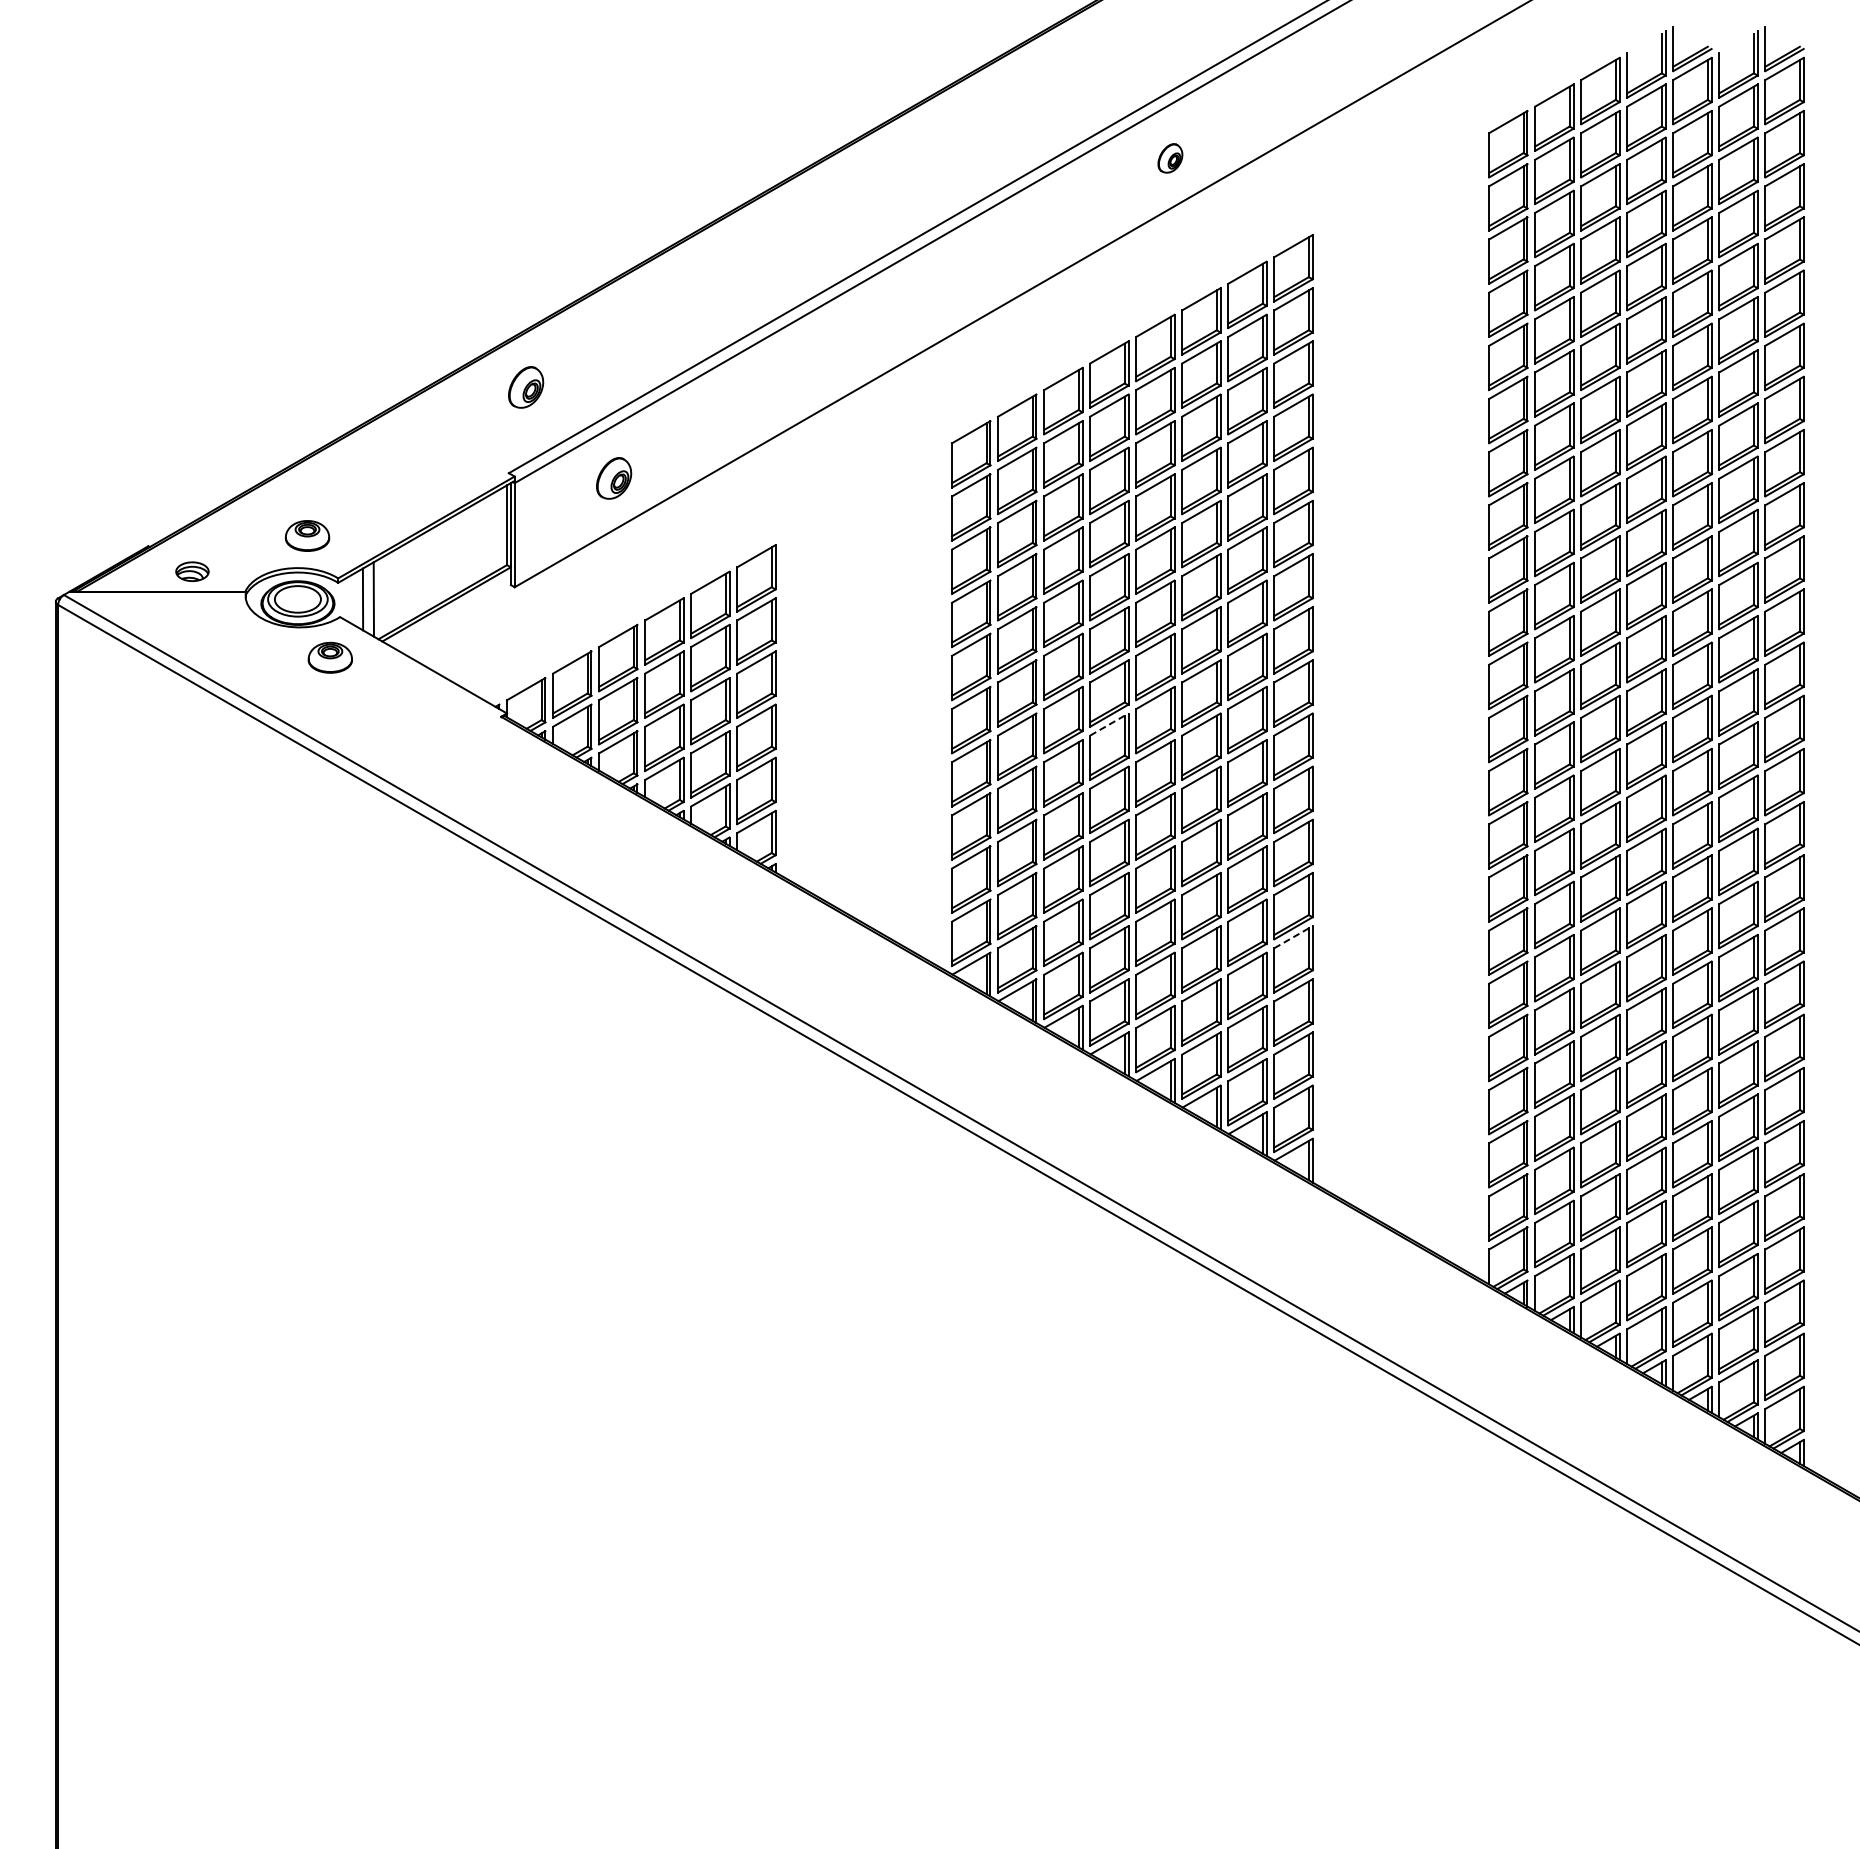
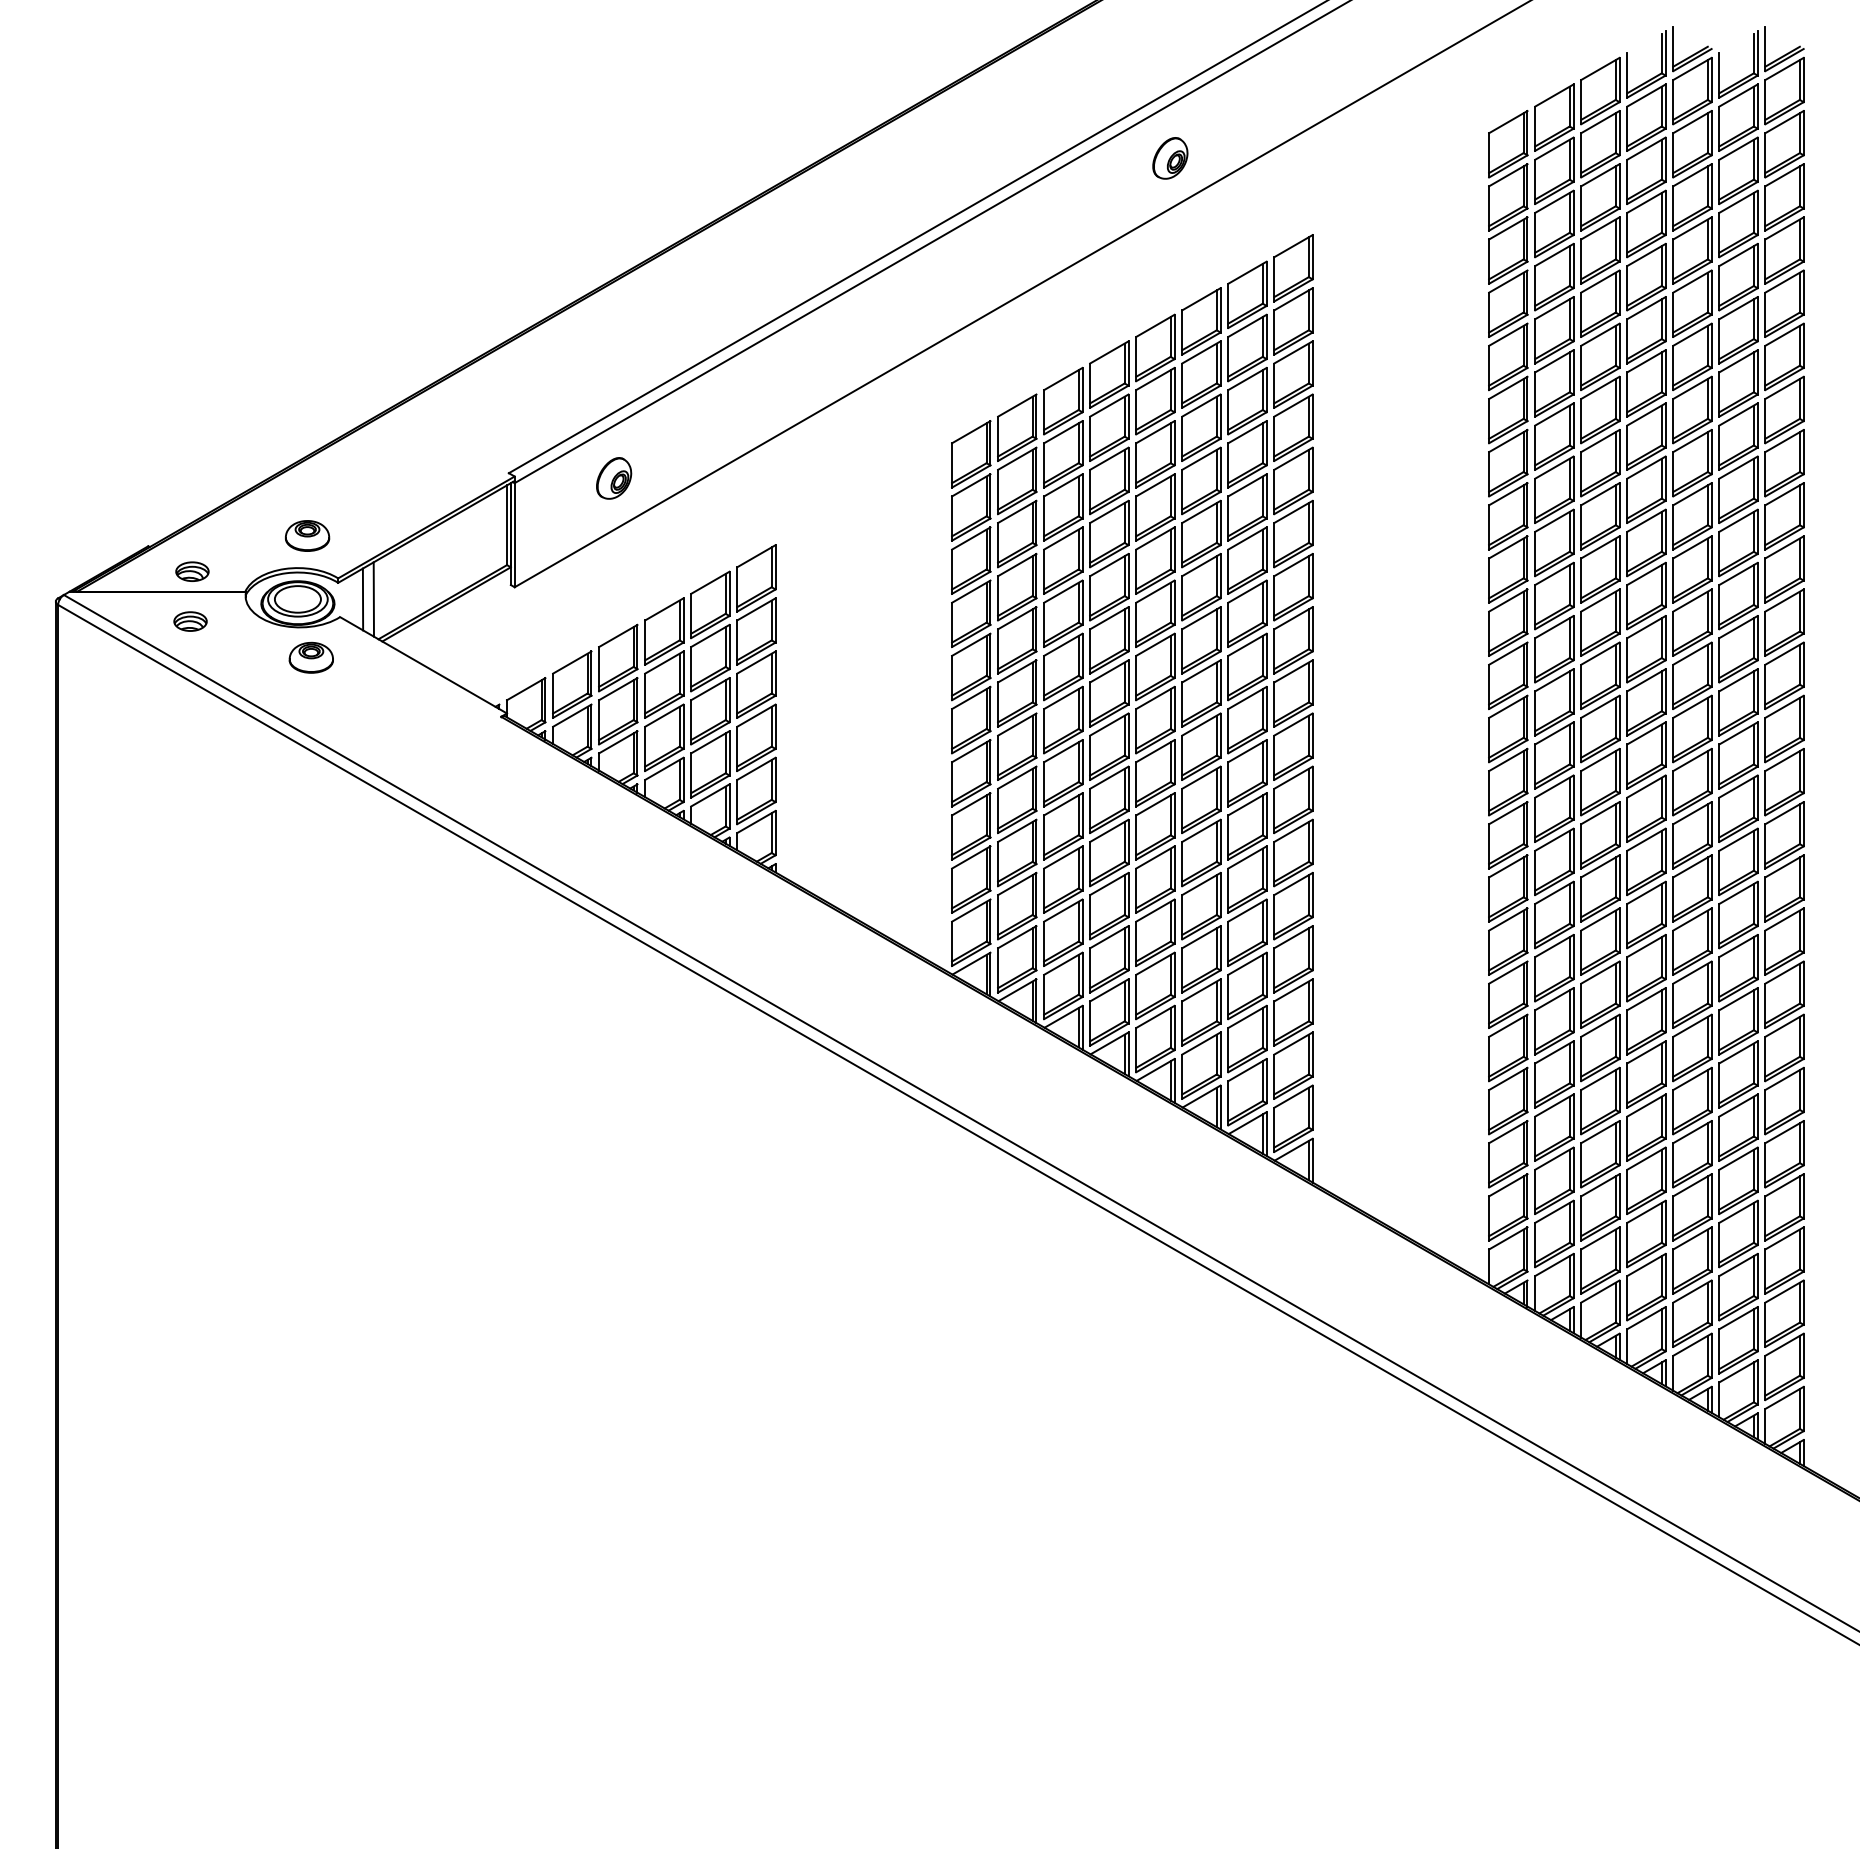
part at (1170, 158) size: 27x31 px -> 37x43 px
part at (526, 387): present -> none
part at (190, 621): none -> present
part at (329, 657) position: (329, 657) -> (310, 657)
line at (1109, 724): dashed -> solid
line at (1293, 936): dashed -> solid
